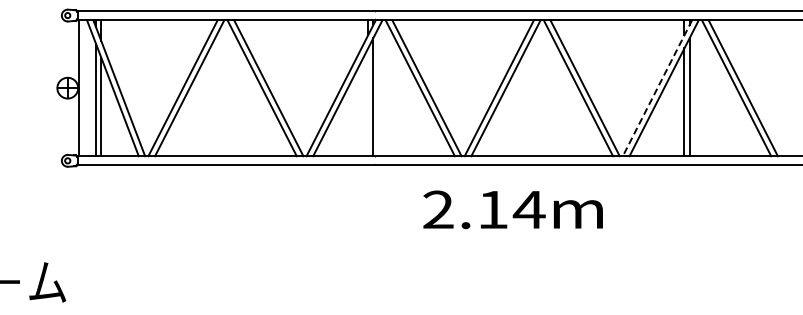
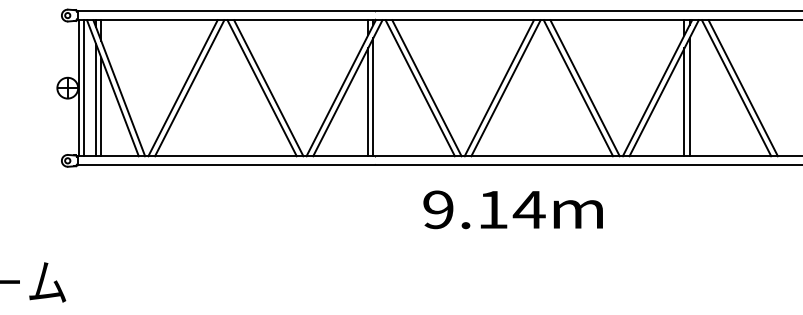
line at (83, 88): none -> present
line at (657, 88): dashed -> solid
line at (368, 102): none -> present
text at (438, 210): 2.14m -> 9.14m
